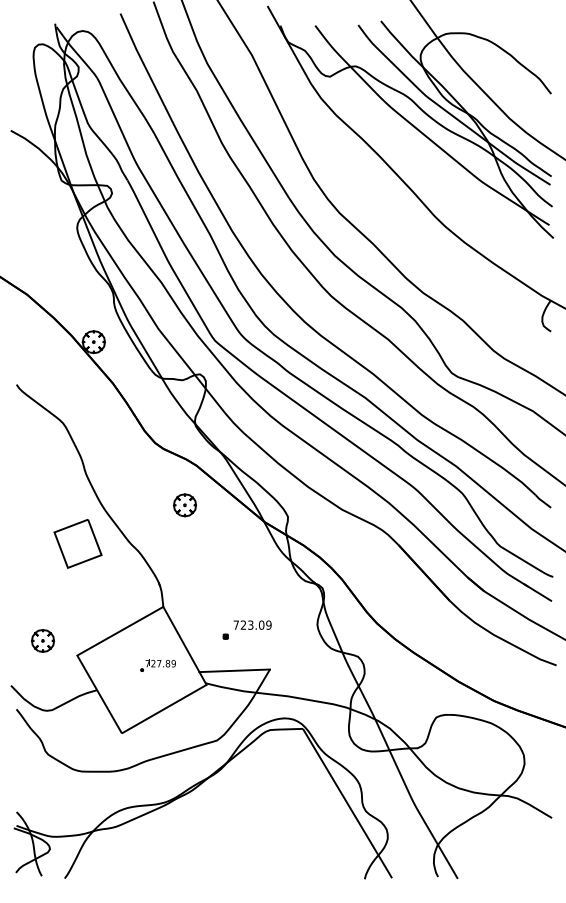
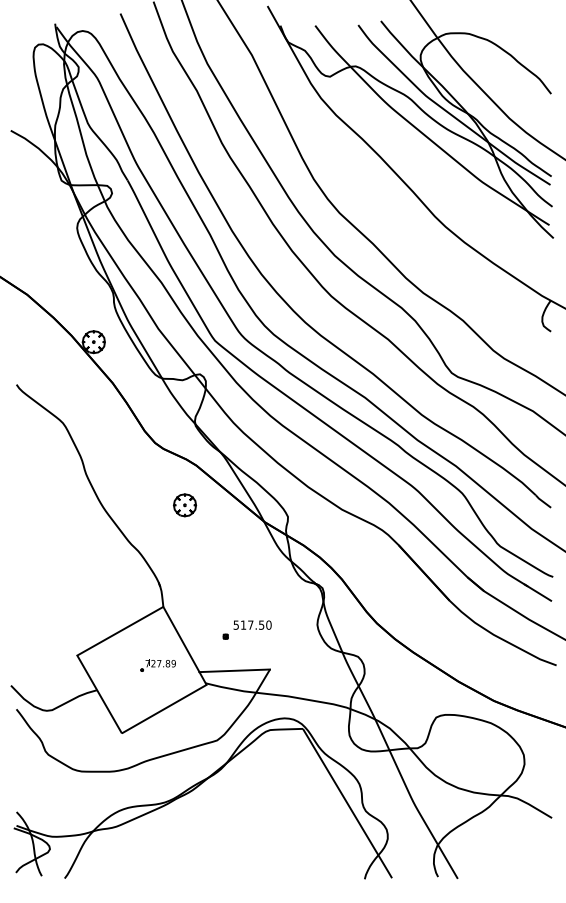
part at (77, 543): present -> none
text at (252, 624): 723.09 -> 517.50
part at (42, 640): present -> none
